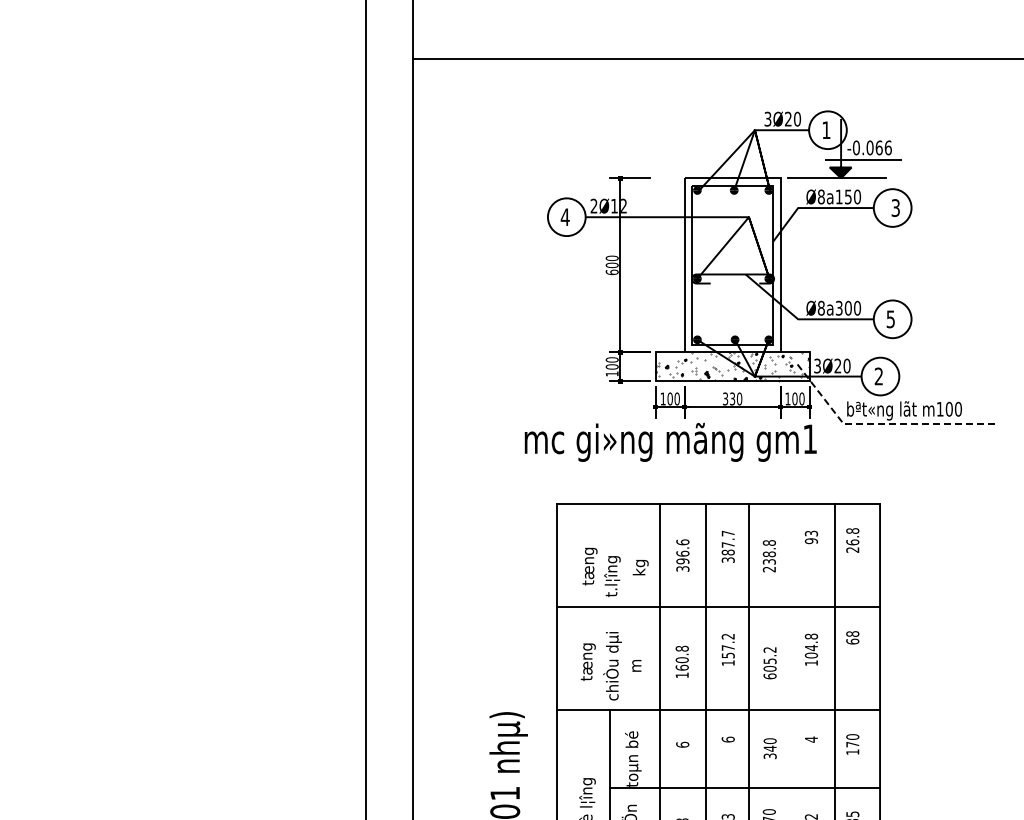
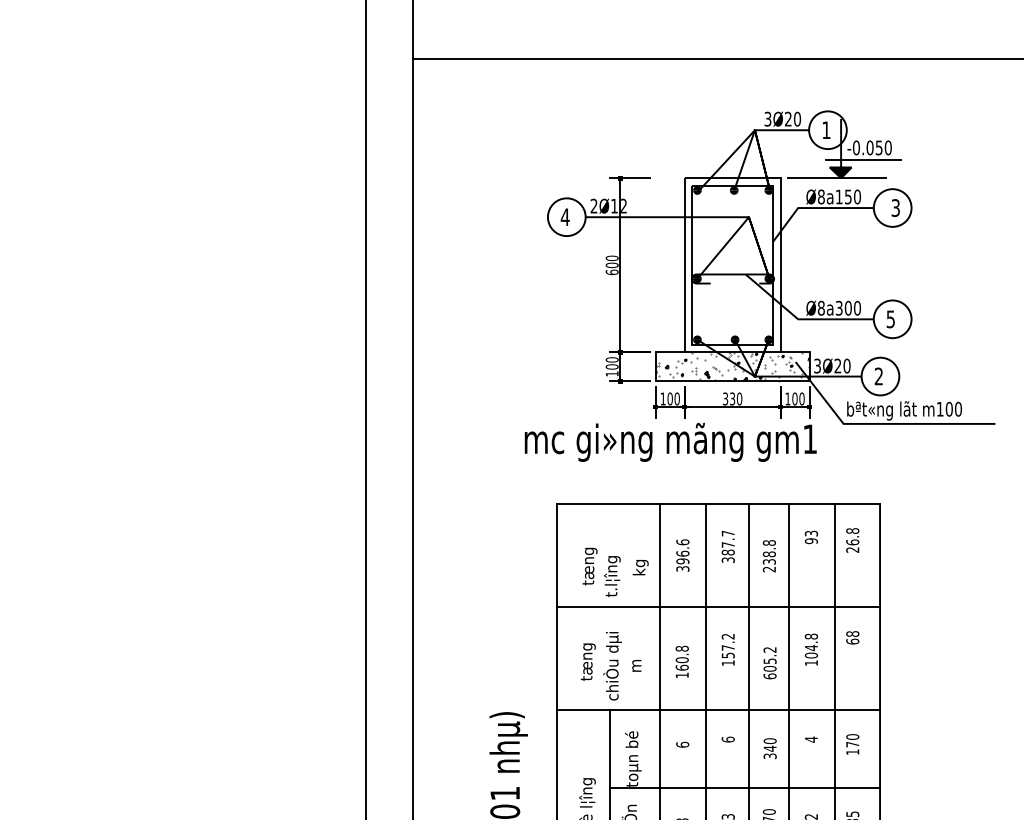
text at (883, 147): -0.066 -> -0.050
line at (879, 423): dashed -> solid
line at (788, 660): none -> present
